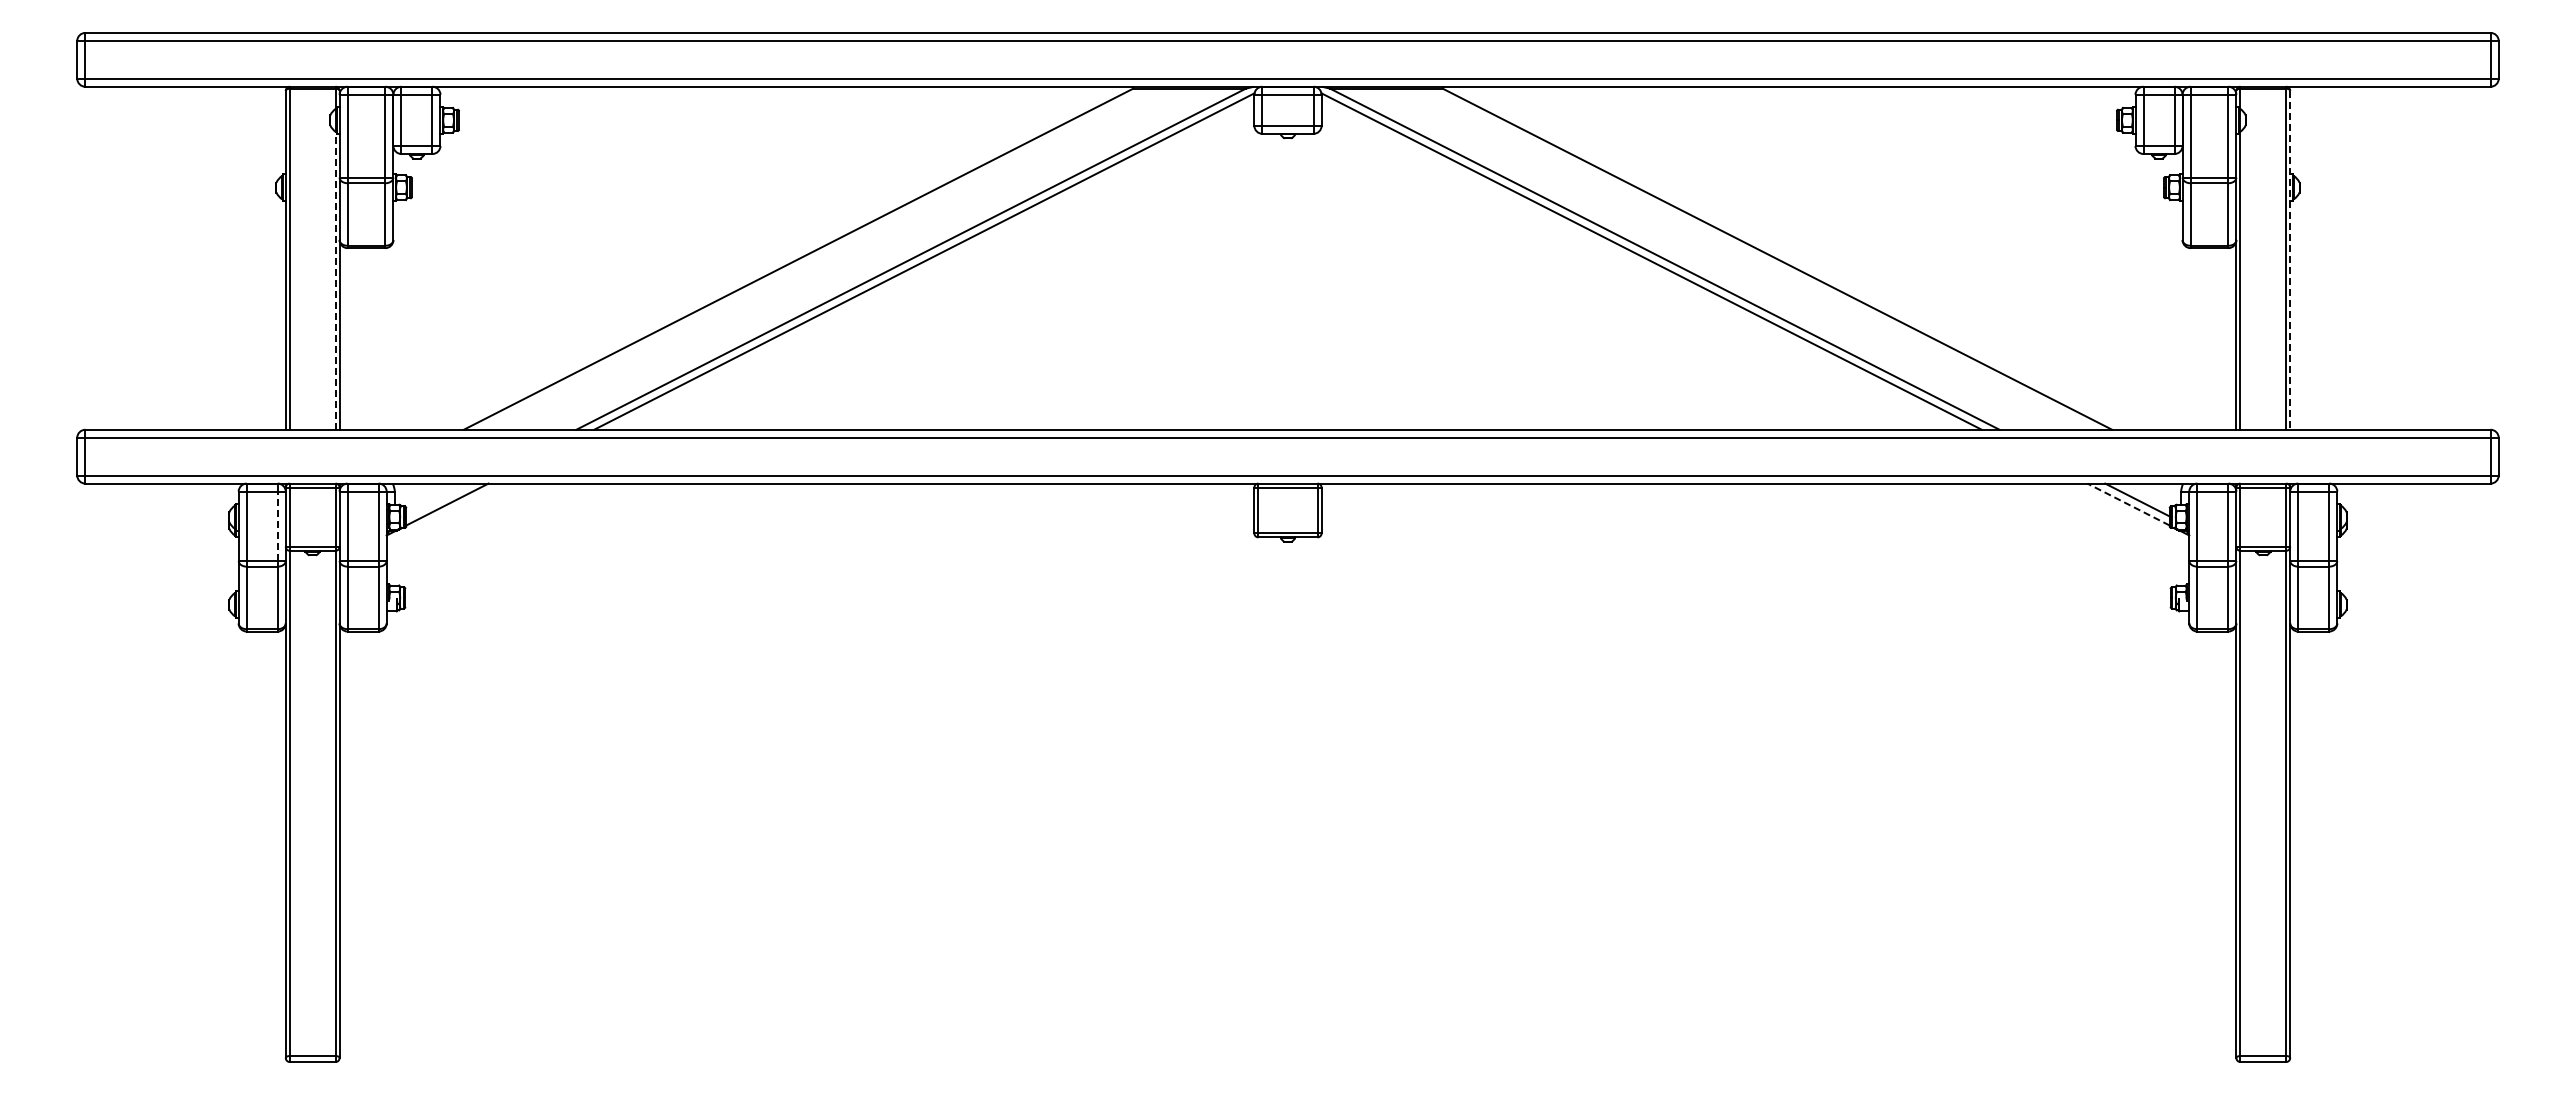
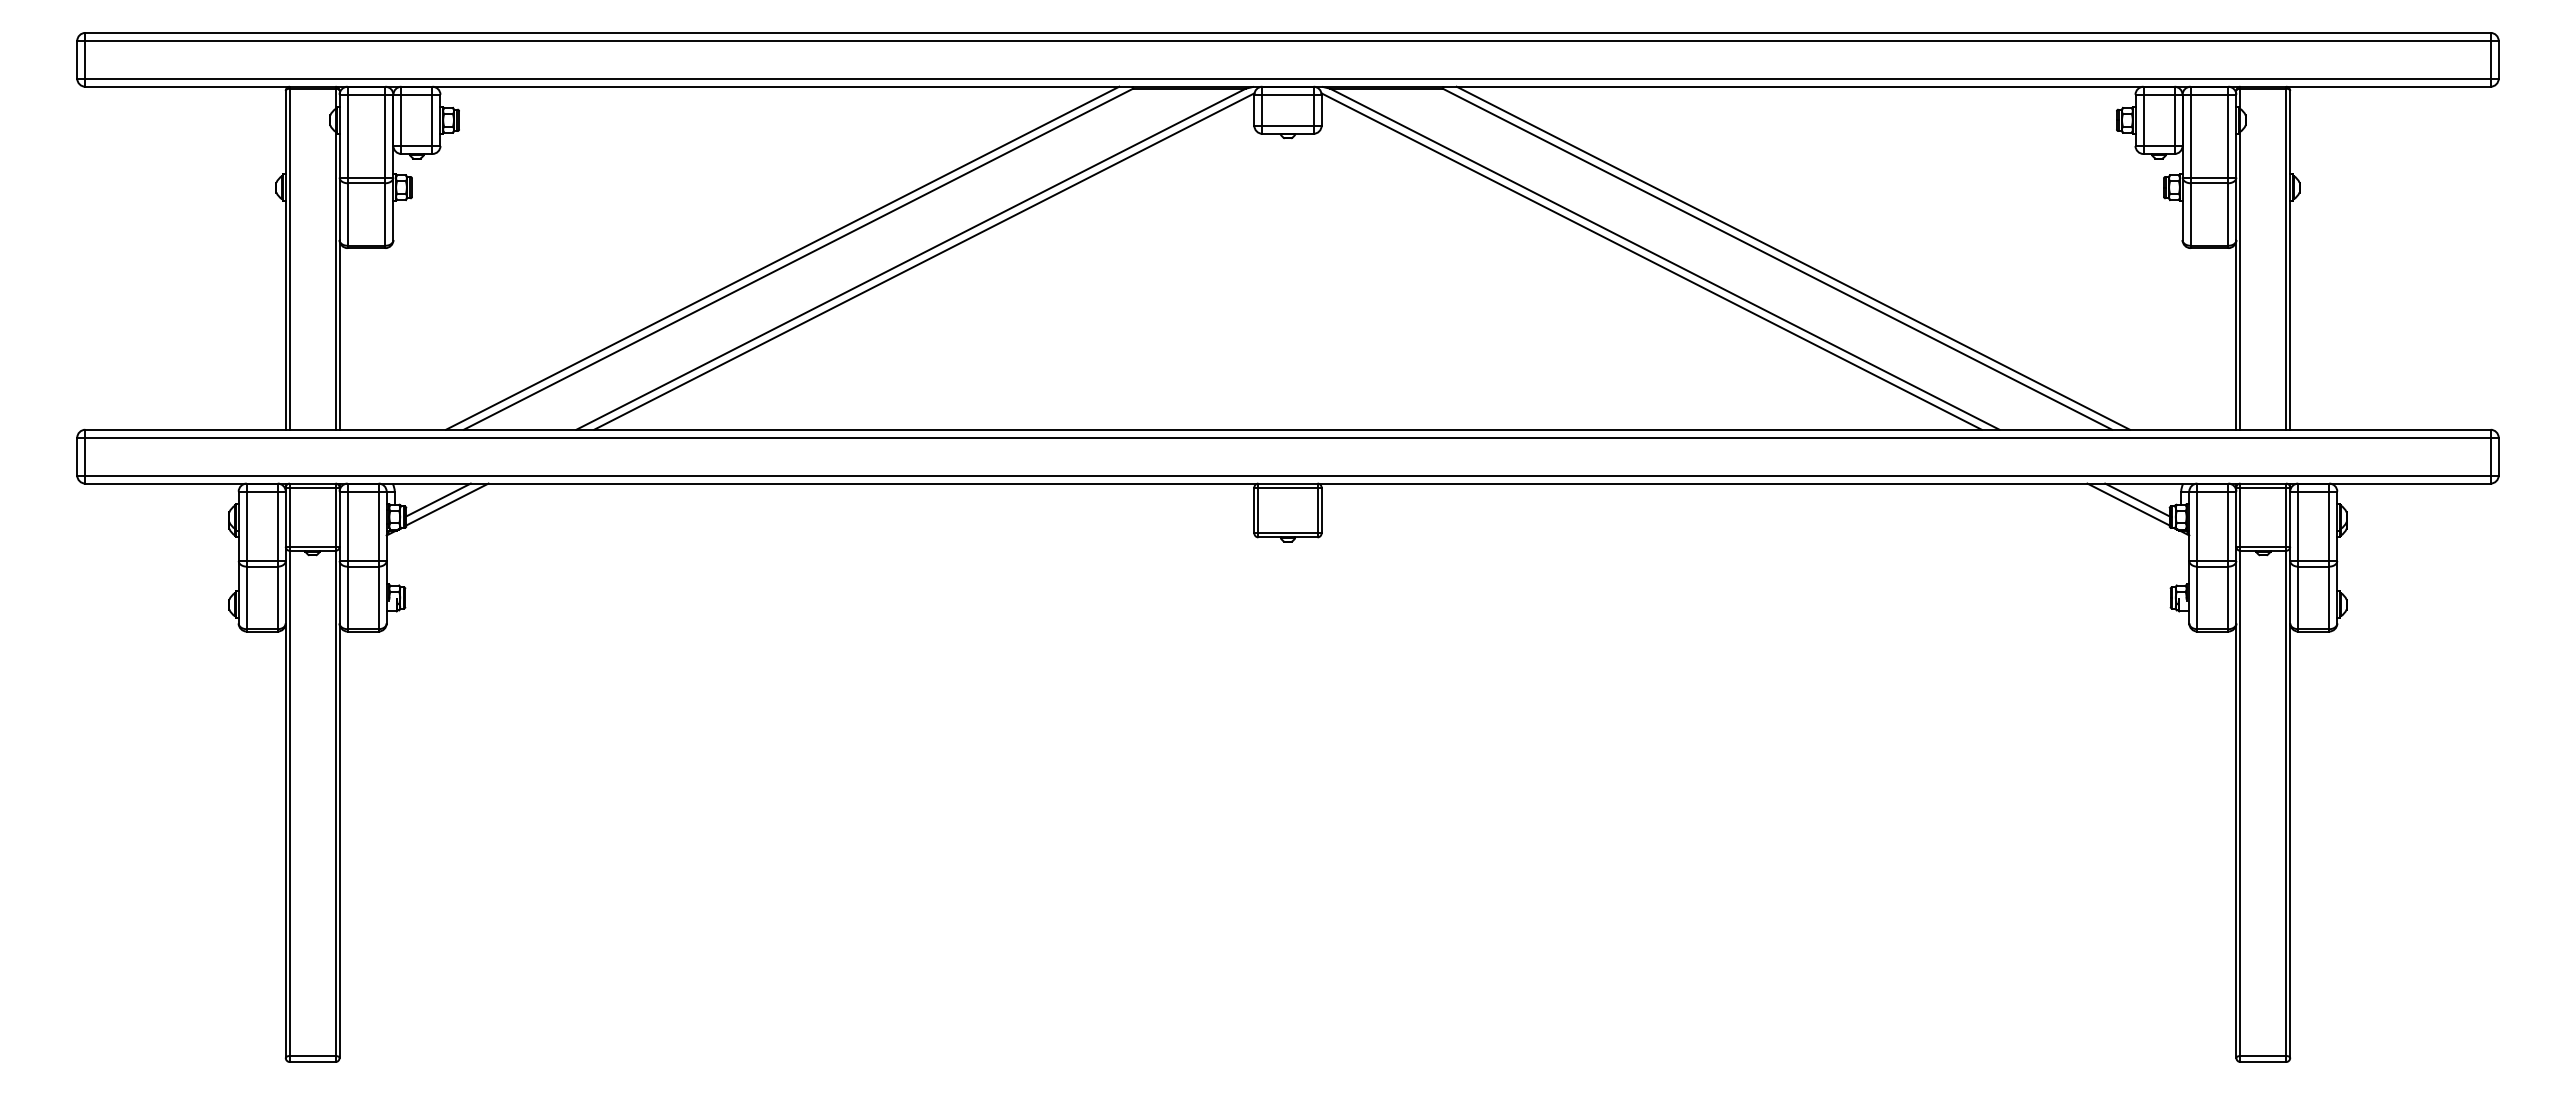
line at (782, 257): none -> present
line at (1793, 257): none -> present
line at (2290, 260): dashed -> solid
line at (335, 280): dashed -> solid
line at (438, 499): none -> present
line at (2128, 504): dashed -> solid
line at (277, 526): dashed -> solid
